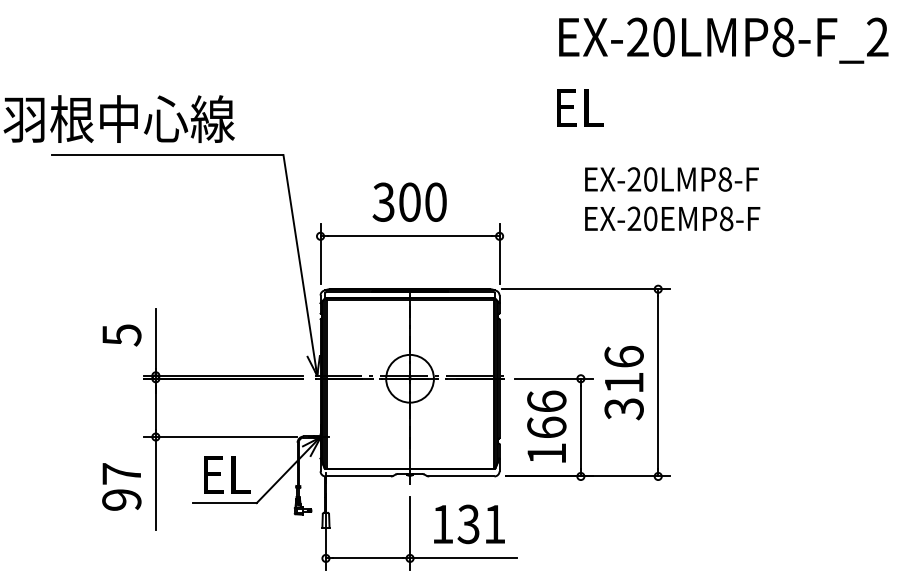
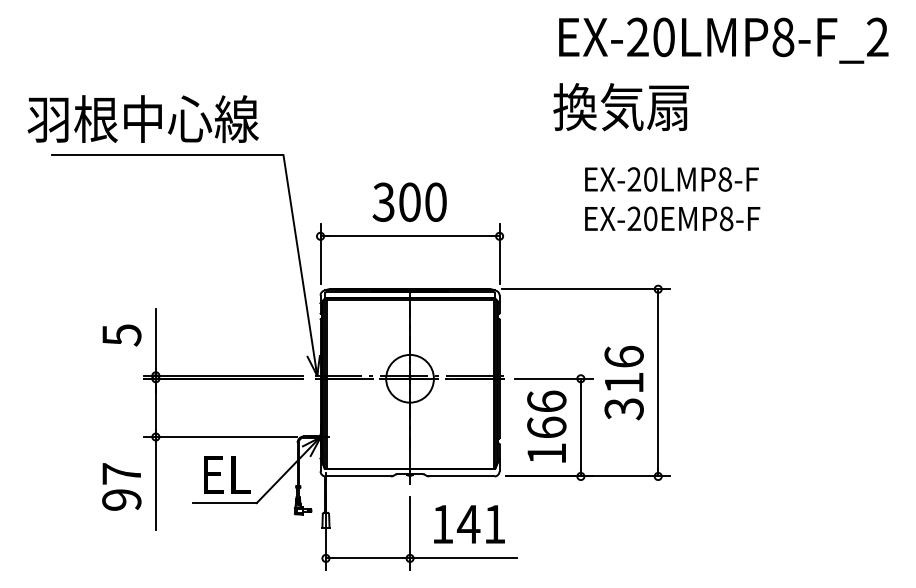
text at (620, 107): EL -> 換気扇
text at (118, 118) position: (118, 118) -> (142, 118)
text at (468, 524): 131 -> 141
